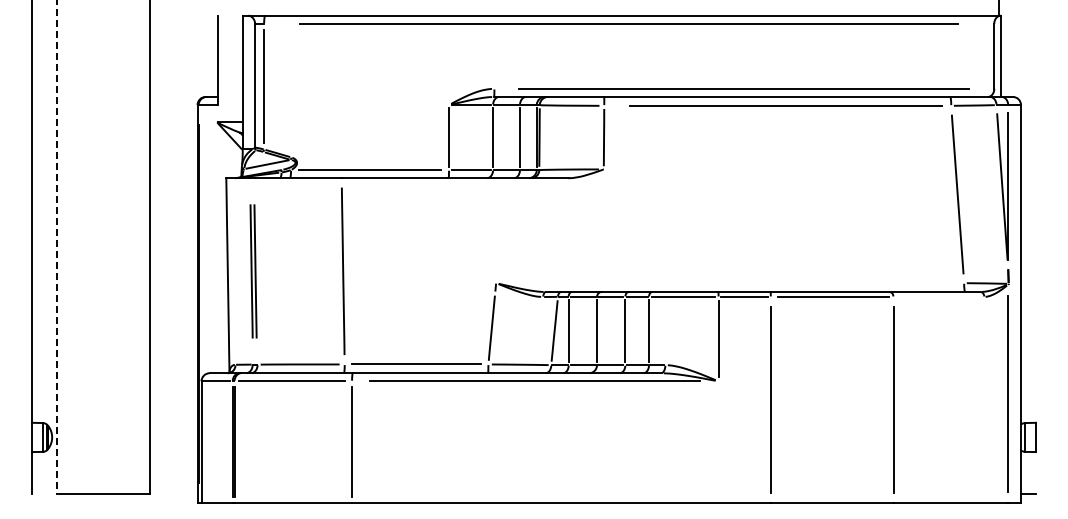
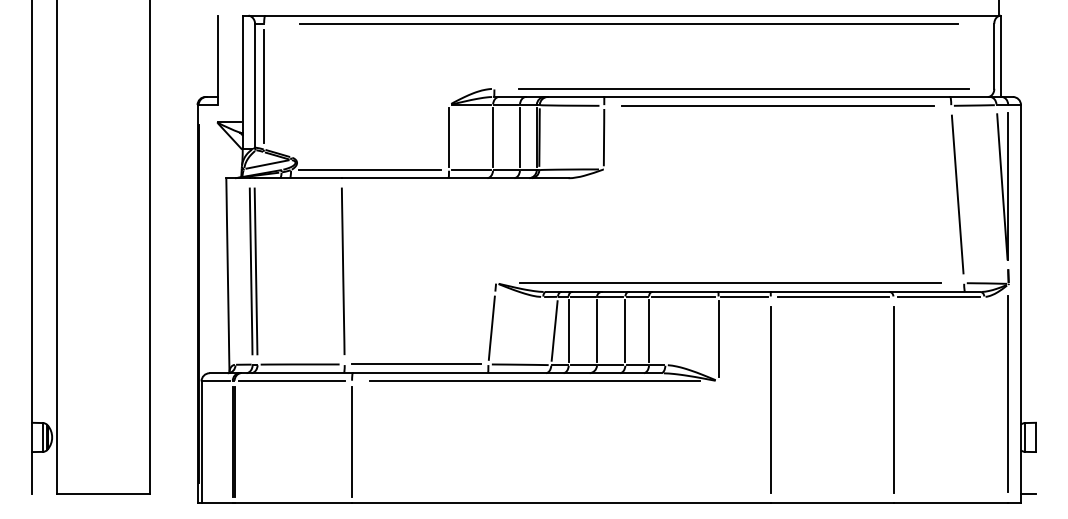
line at (785, 105) position: (785, 105) -> (777, 105)
line at (56, 247): dashed -> solid
part at (253, 271) size: 9x135 px -> 11x169 px
line at (729, 283): none -> present
line at (938, 296): none -> present
